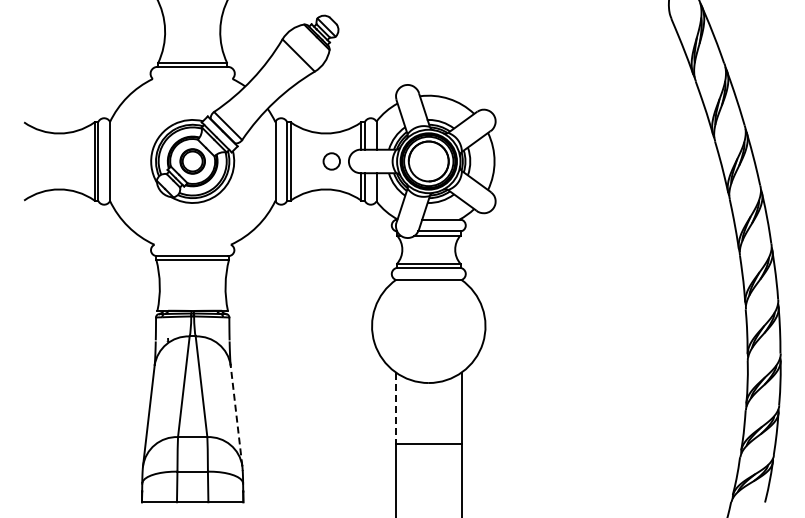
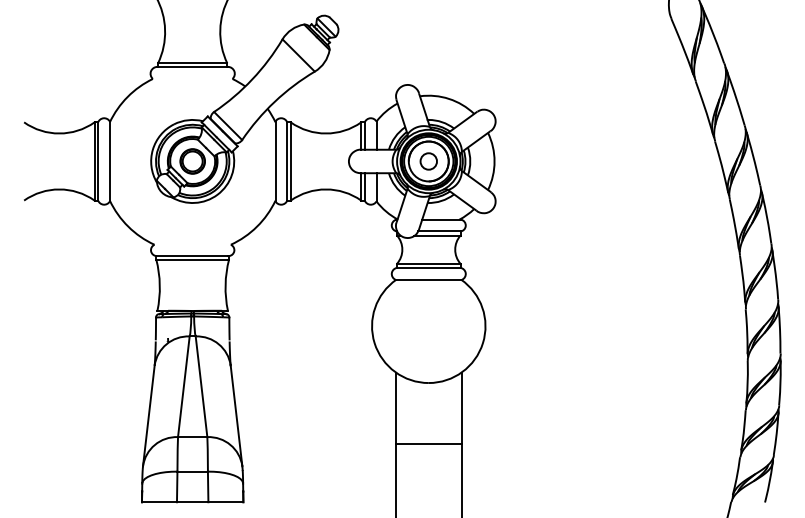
circle at (331, 161) position: (331, 161) -> (428, 161)
line at (395, 408): dashed -> solid
line at (236, 415): dashed -> solid
